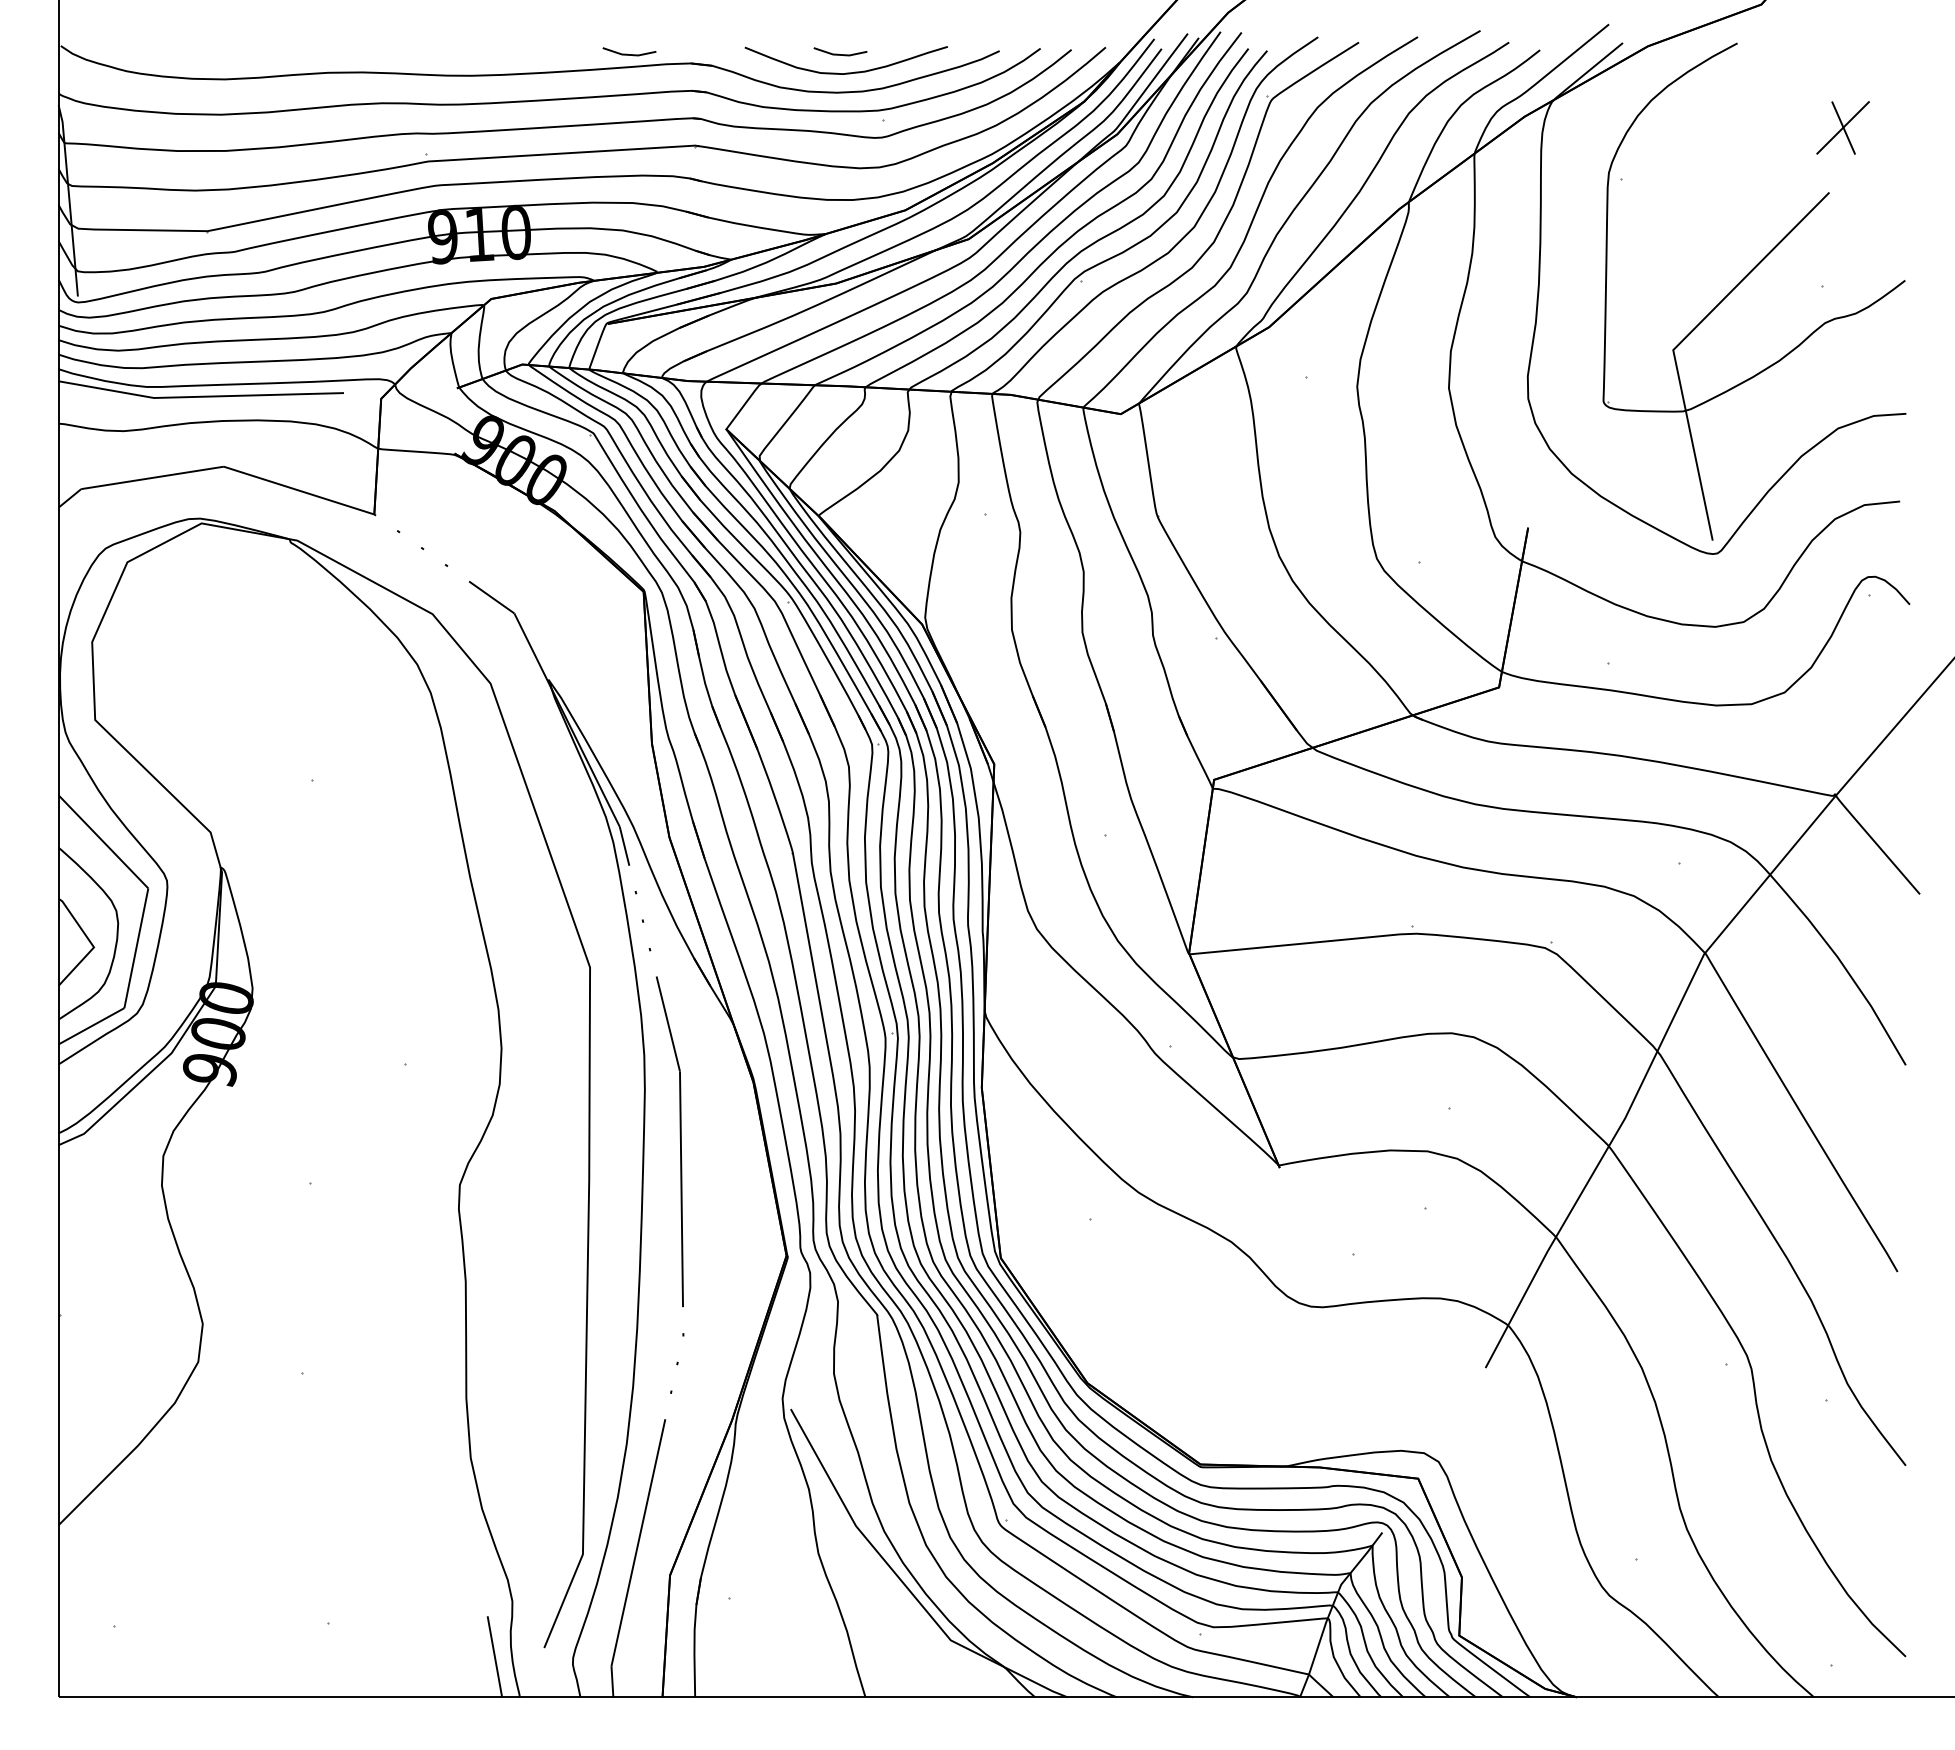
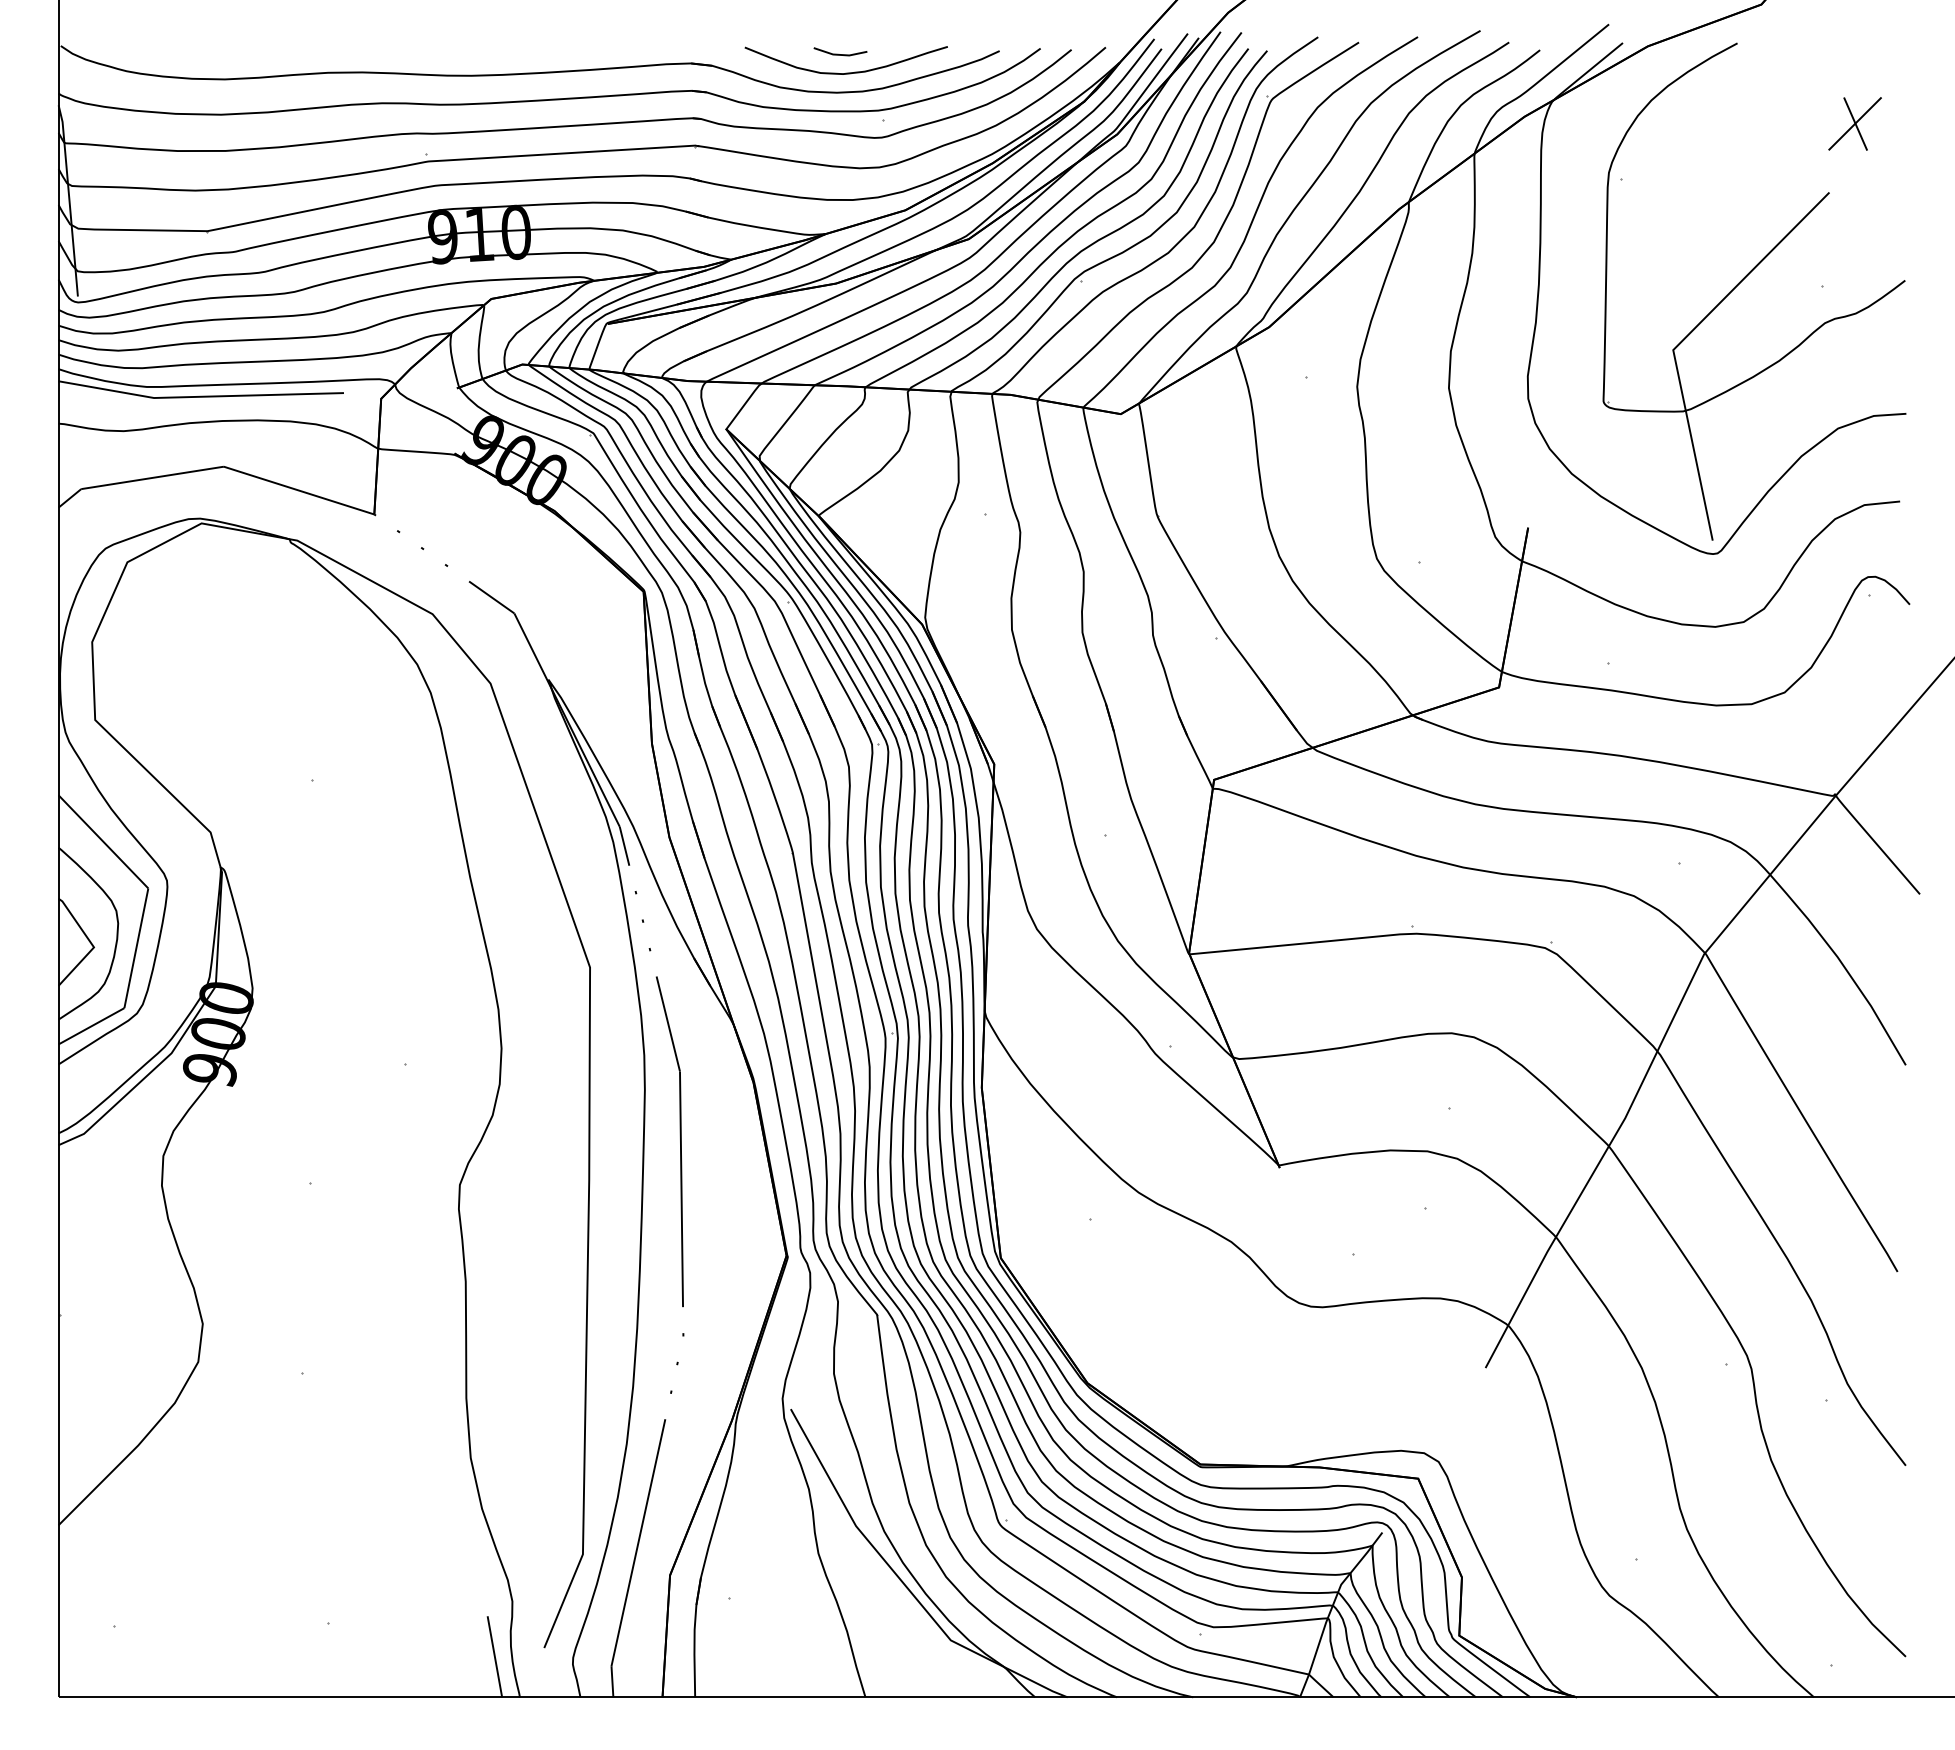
line at (627, 53): present -> none
part at (1842, 127) position: (1842, 127) -> (1854, 123)
